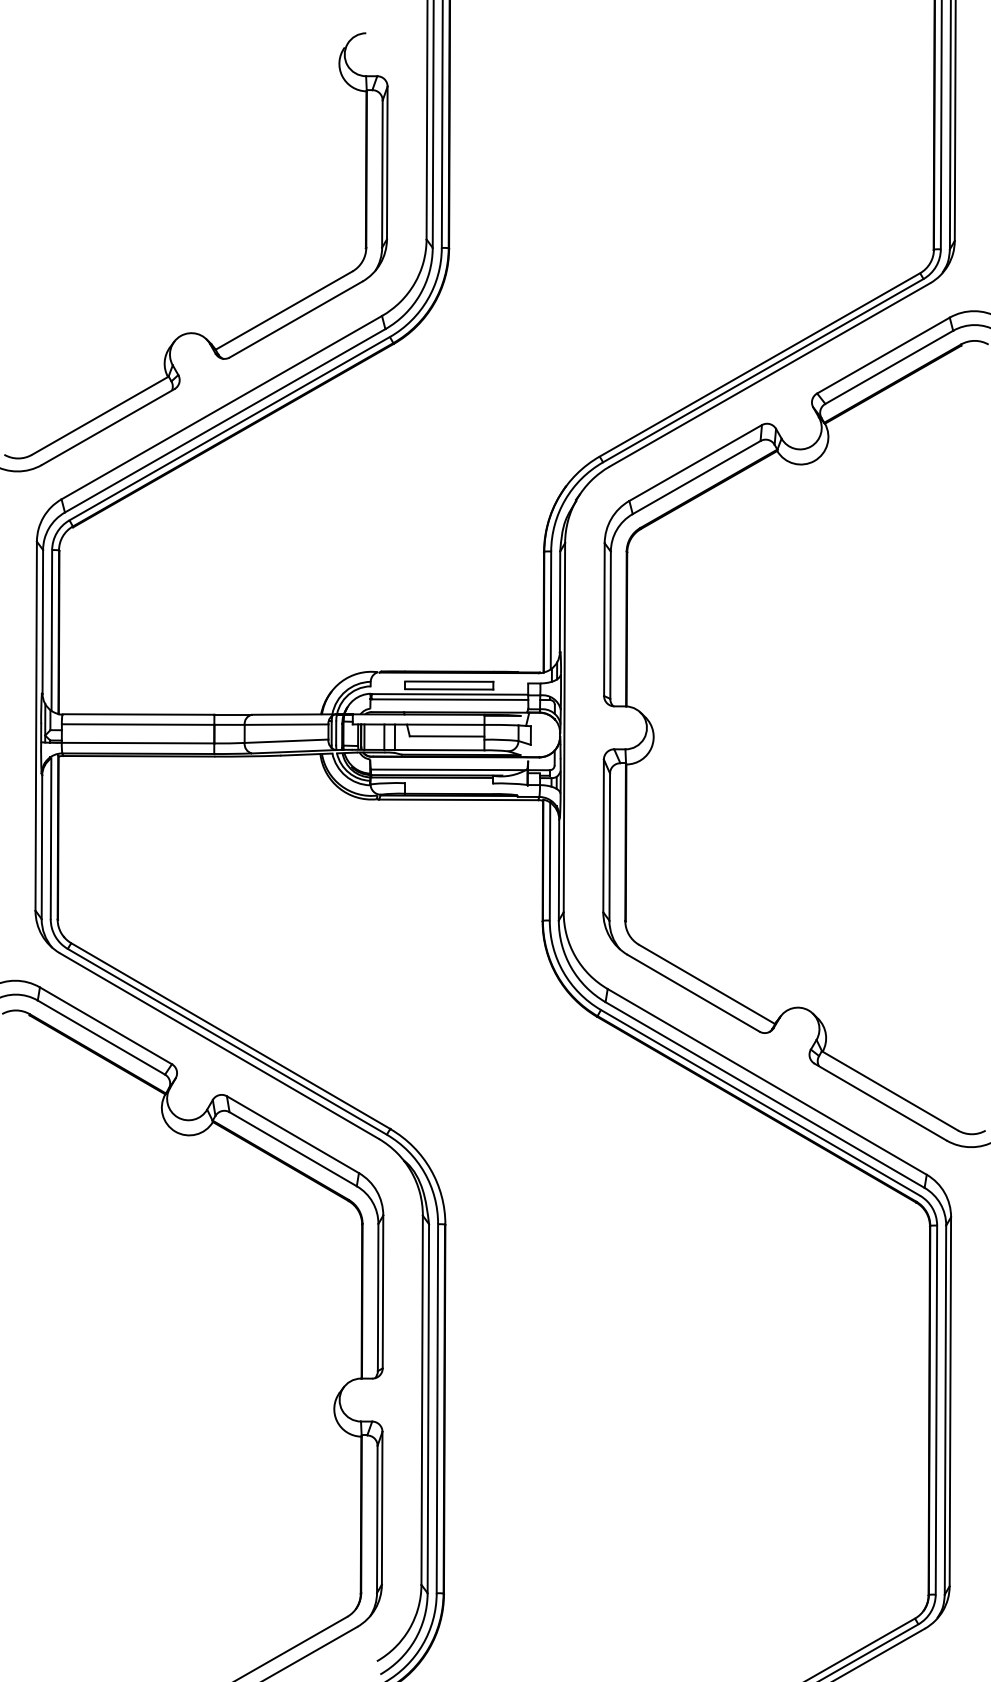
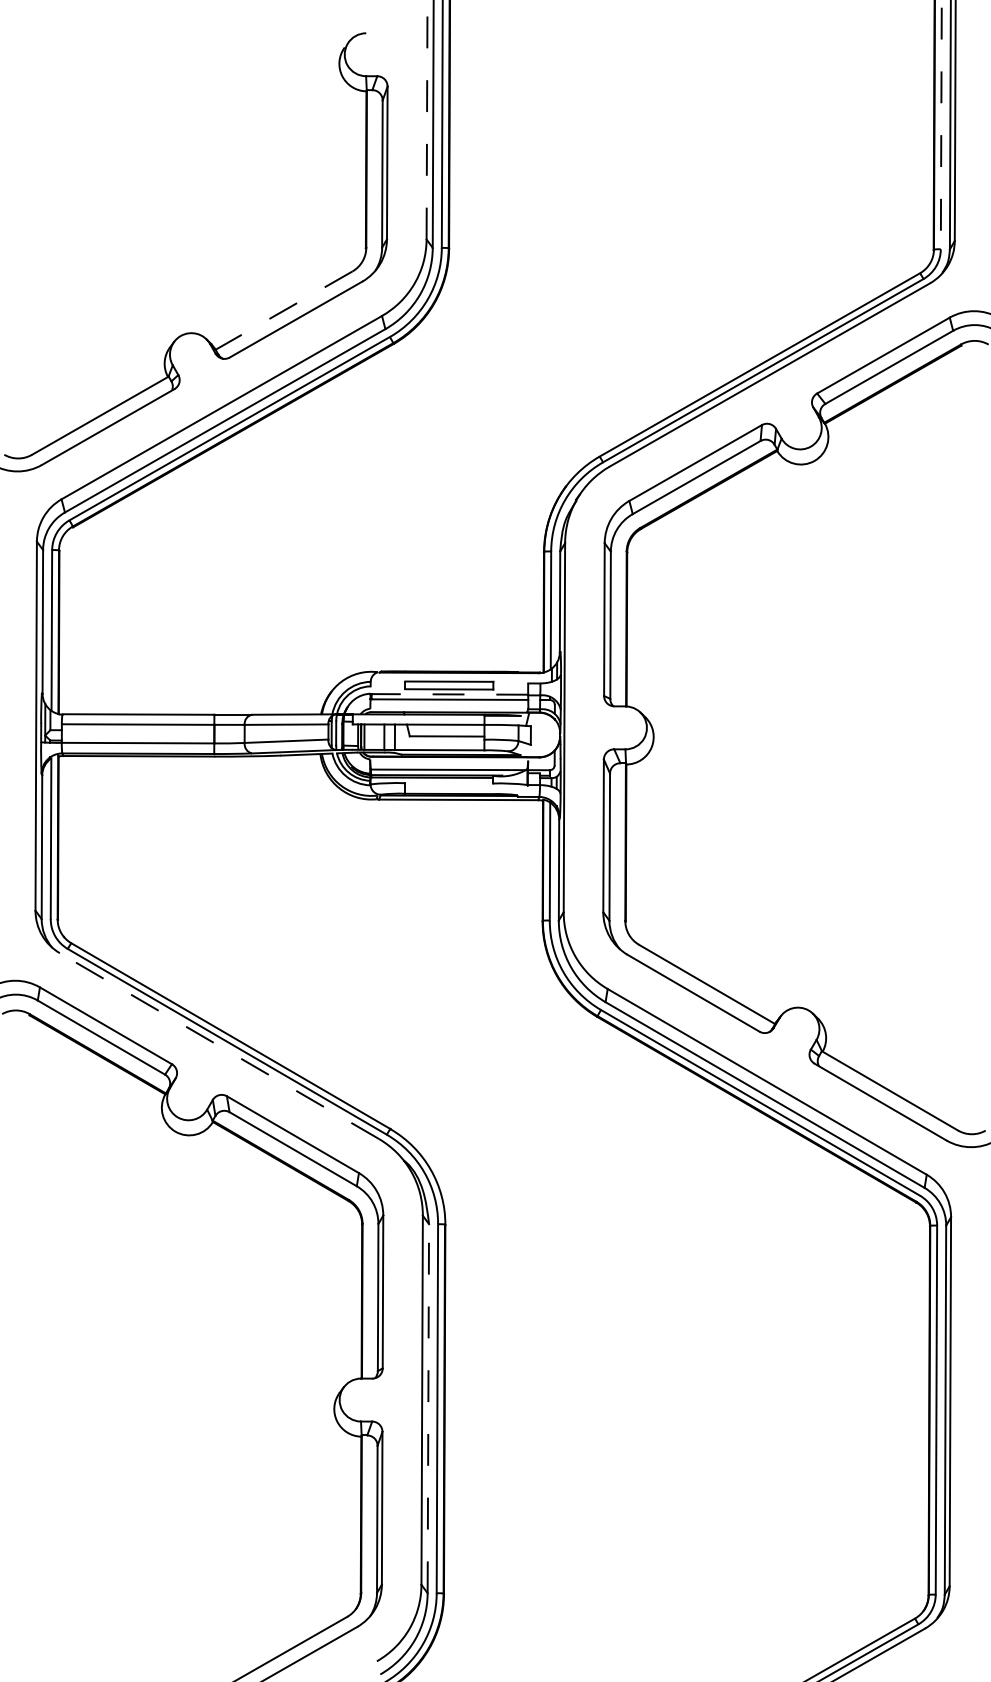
line at (427, 119): solid -> dashed
line at (941, 125): solid -> dashed
line at (284, 310): solid -> dashed
line at (449, 694): solid -> dashed
line at (219, 1046): solid -> dashed
line at (428, 1408): solid -> dashed
